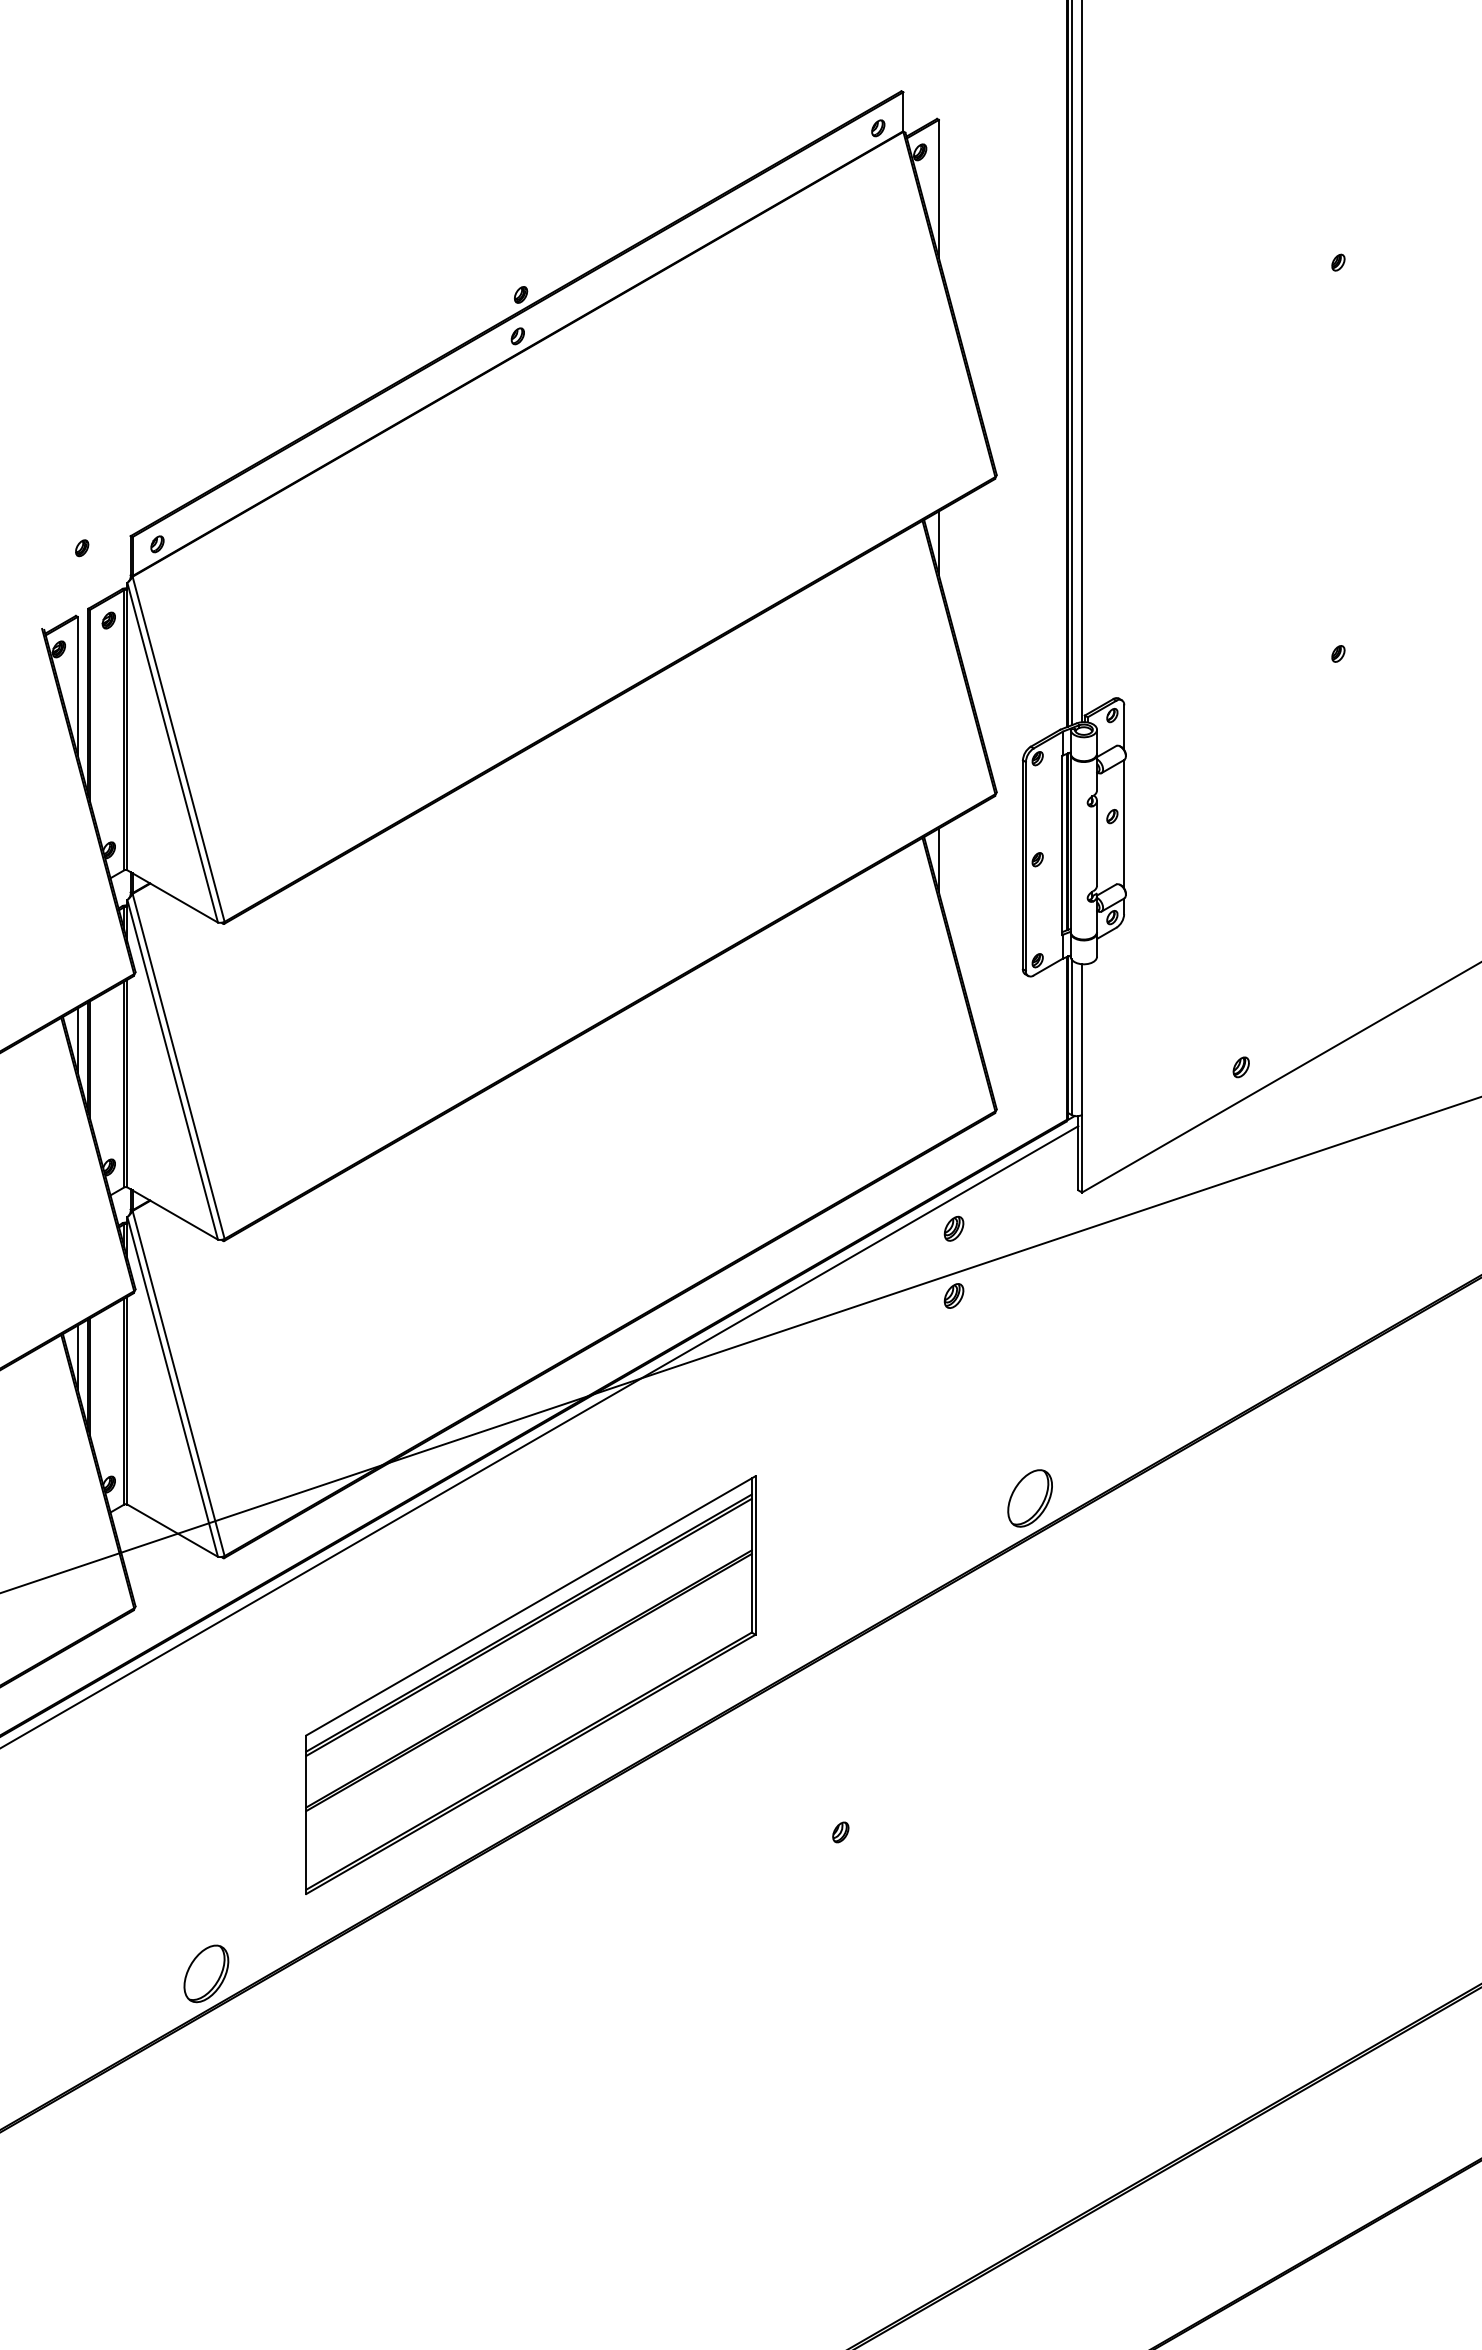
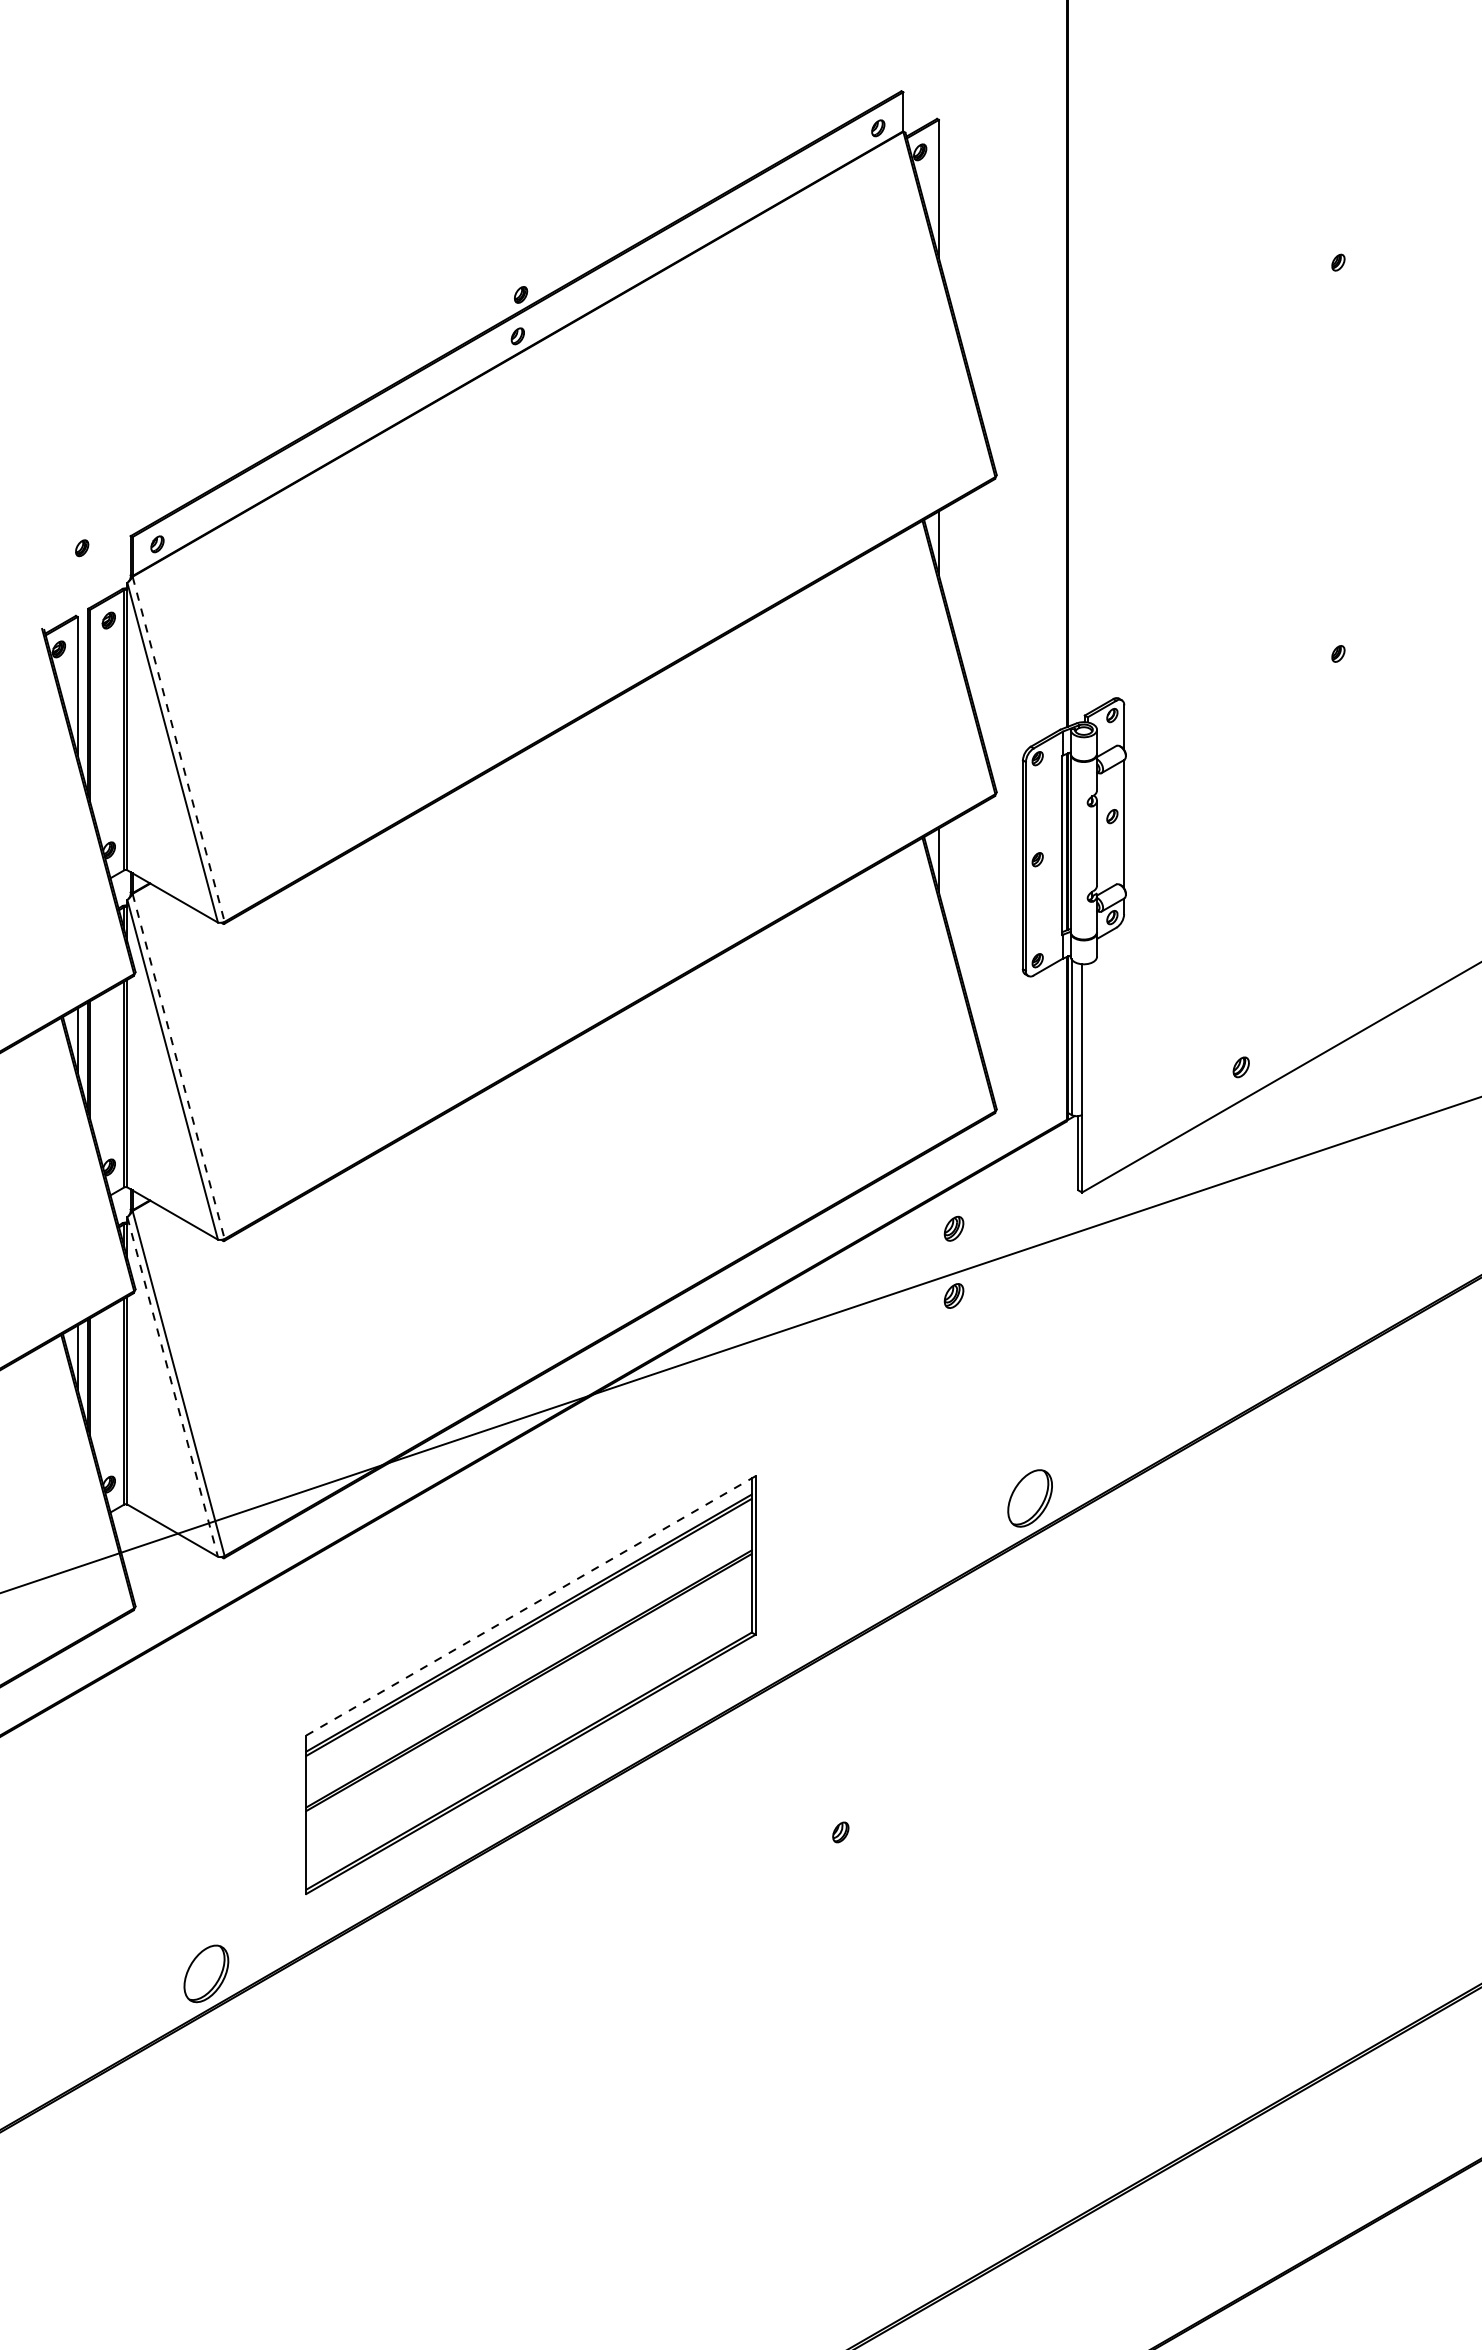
line at (1082, 362): present -> none
line at (1071, 363): present -> none
line at (178, 749): solid -> dashed
line at (178, 1066): solid -> dashed
line at (172, 1386): solid -> dashed
line at (540, 1436): present -> none
line at (530, 1606): solid -> dashed
